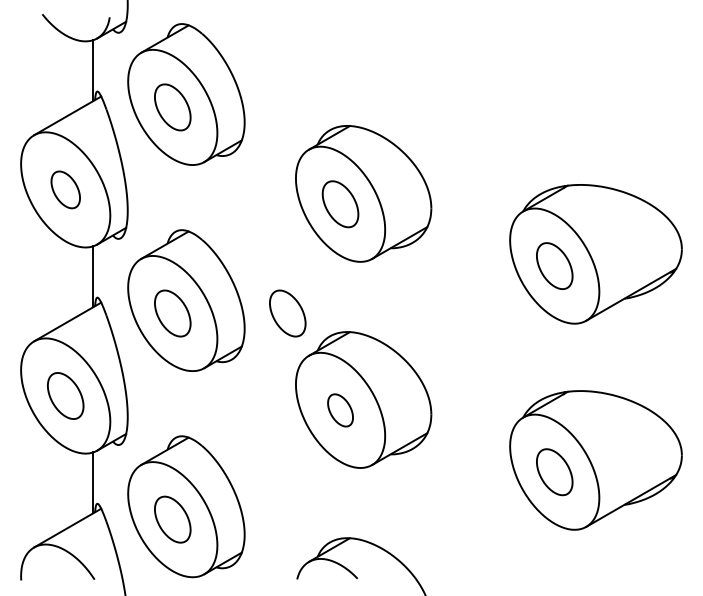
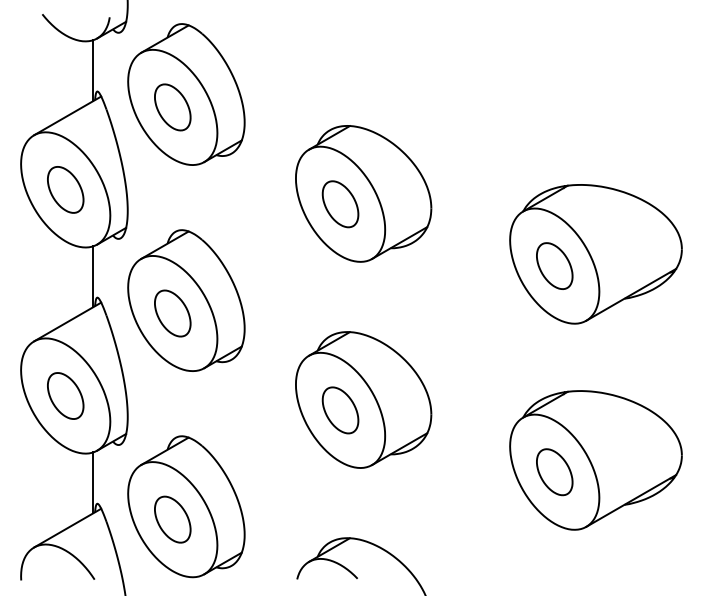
part at (65, 189) size: 31x40 px -> 38x48 px
part at (287, 313): present -> none
part at (340, 410) size: 27x35 px -> 39x49 px
